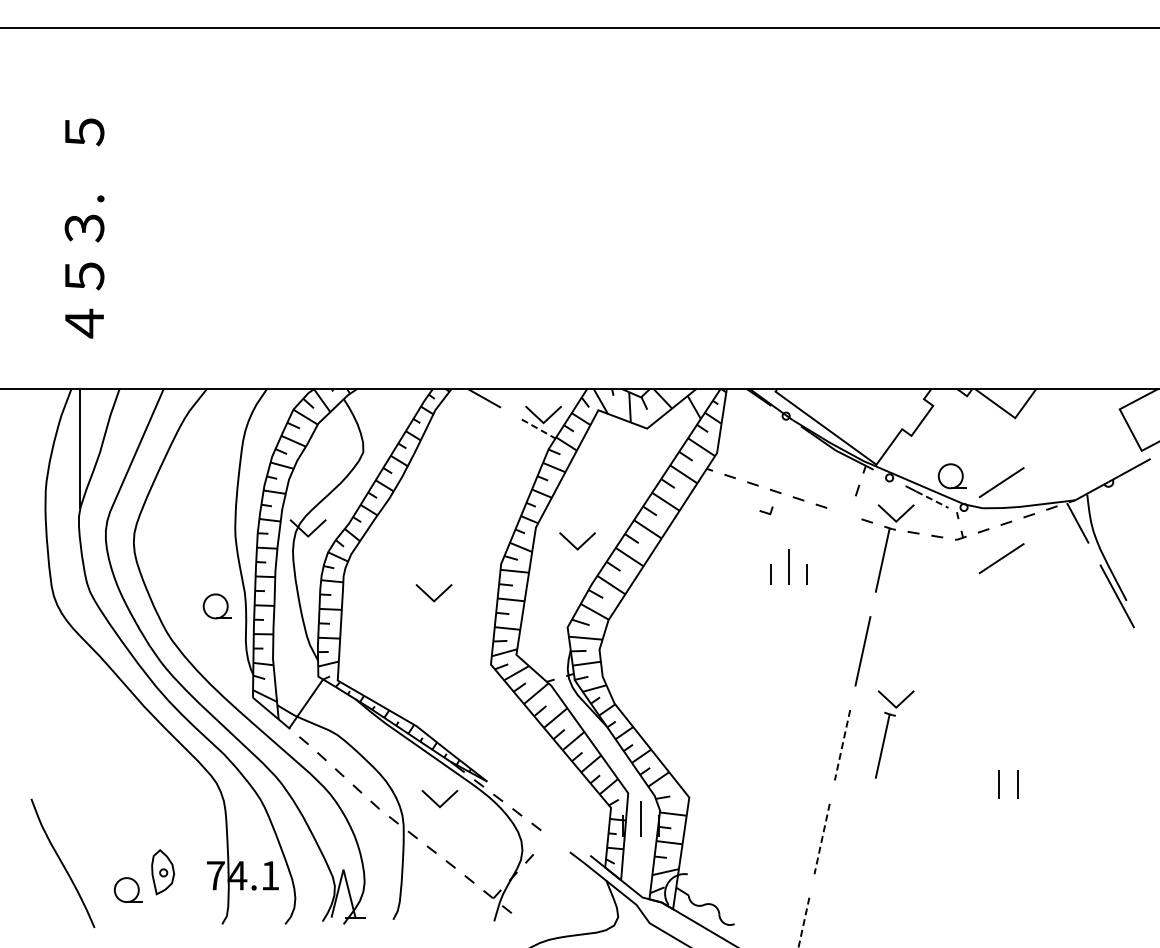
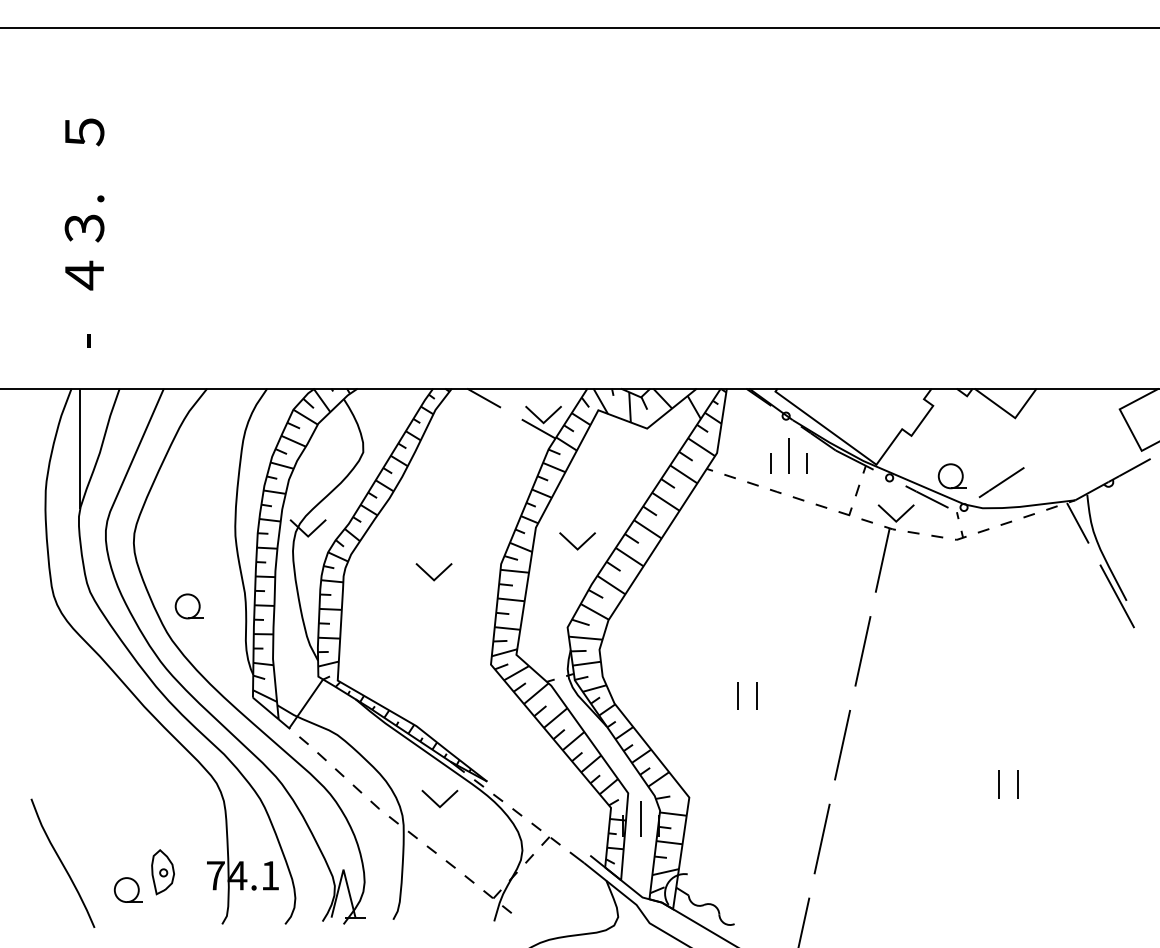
text at (84, 275): ５ -> ４
text at (84, 327): ４ -> -
line at (539, 429): dashed -> solid
line at (932, 499): dashed -> solid
part at (766, 510) position: (766, 510) -> (845, 511)
line at (1001, 558): present -> none
part at (788, 566) position: (788, 566) -> (788, 455)
part at (433, 593) position: (433, 593) -> (433, 572)
part at (216, 606) position: (216, 606) -> (188, 606)
part at (738, 695): none -> present
part at (886, 734): present -> none
line at (842, 745): dashed -> solid
line at (822, 839): dashed -> solid
part at (550, 840): none -> present
line at (803, 923): dashed -> solid
